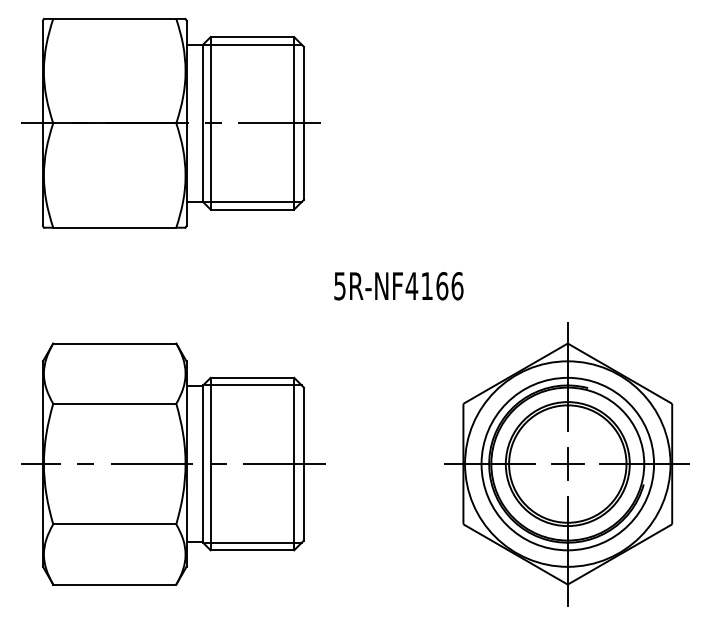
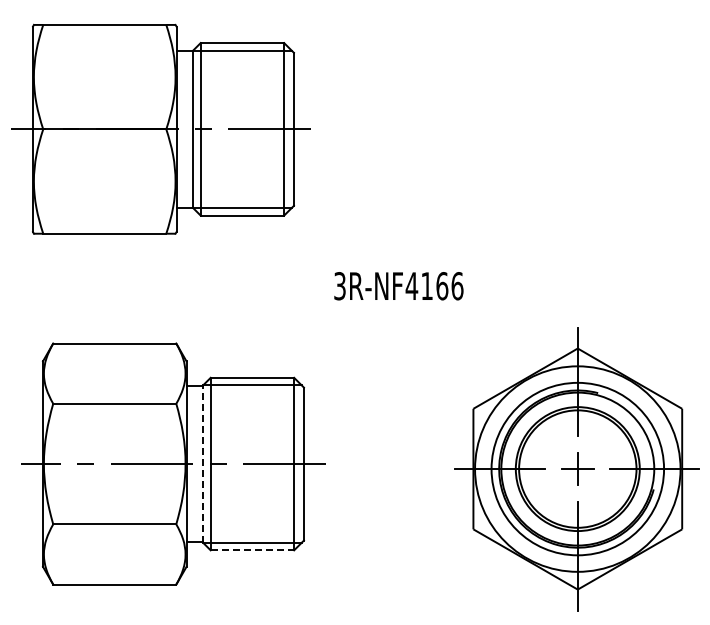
part at (170, 122) position: (170, 122) -> (160, 128)
text at (339, 285): 5R-NF4166 -> 3R-NF4166
line at (202, 463): solid -> dashed
part at (566, 464) position: (566, 464) -> (576, 469)
line at (252, 550): solid -> dashed
